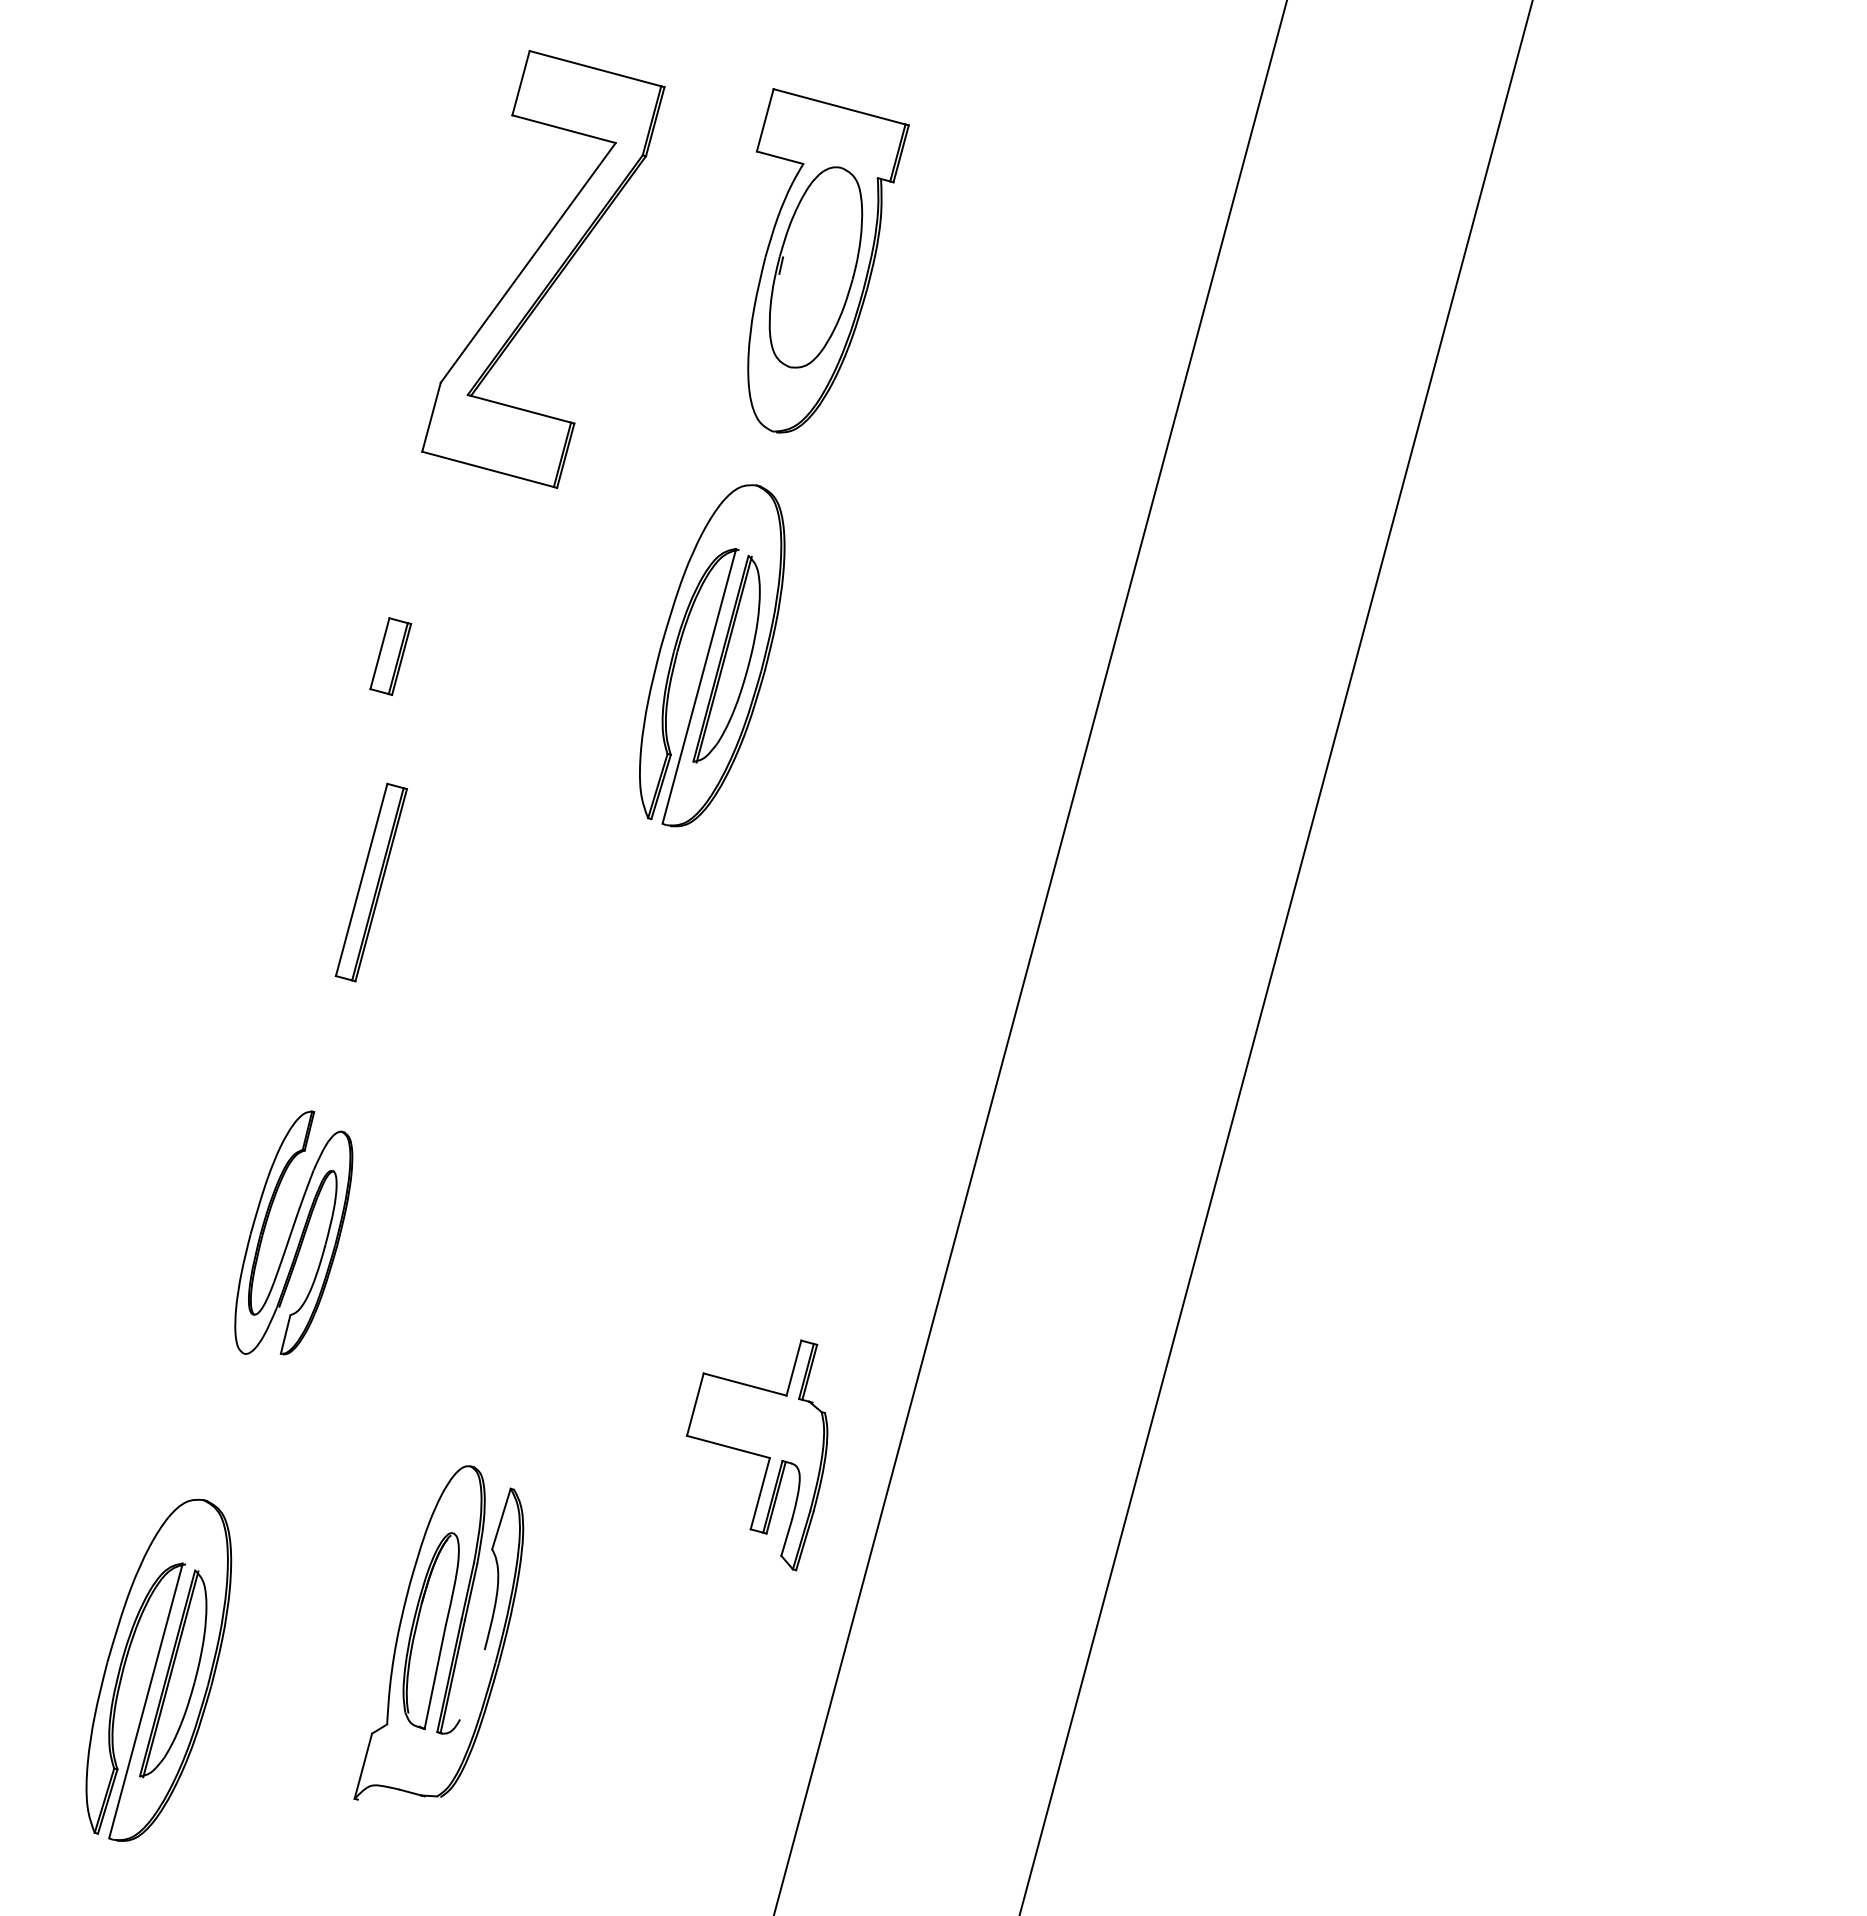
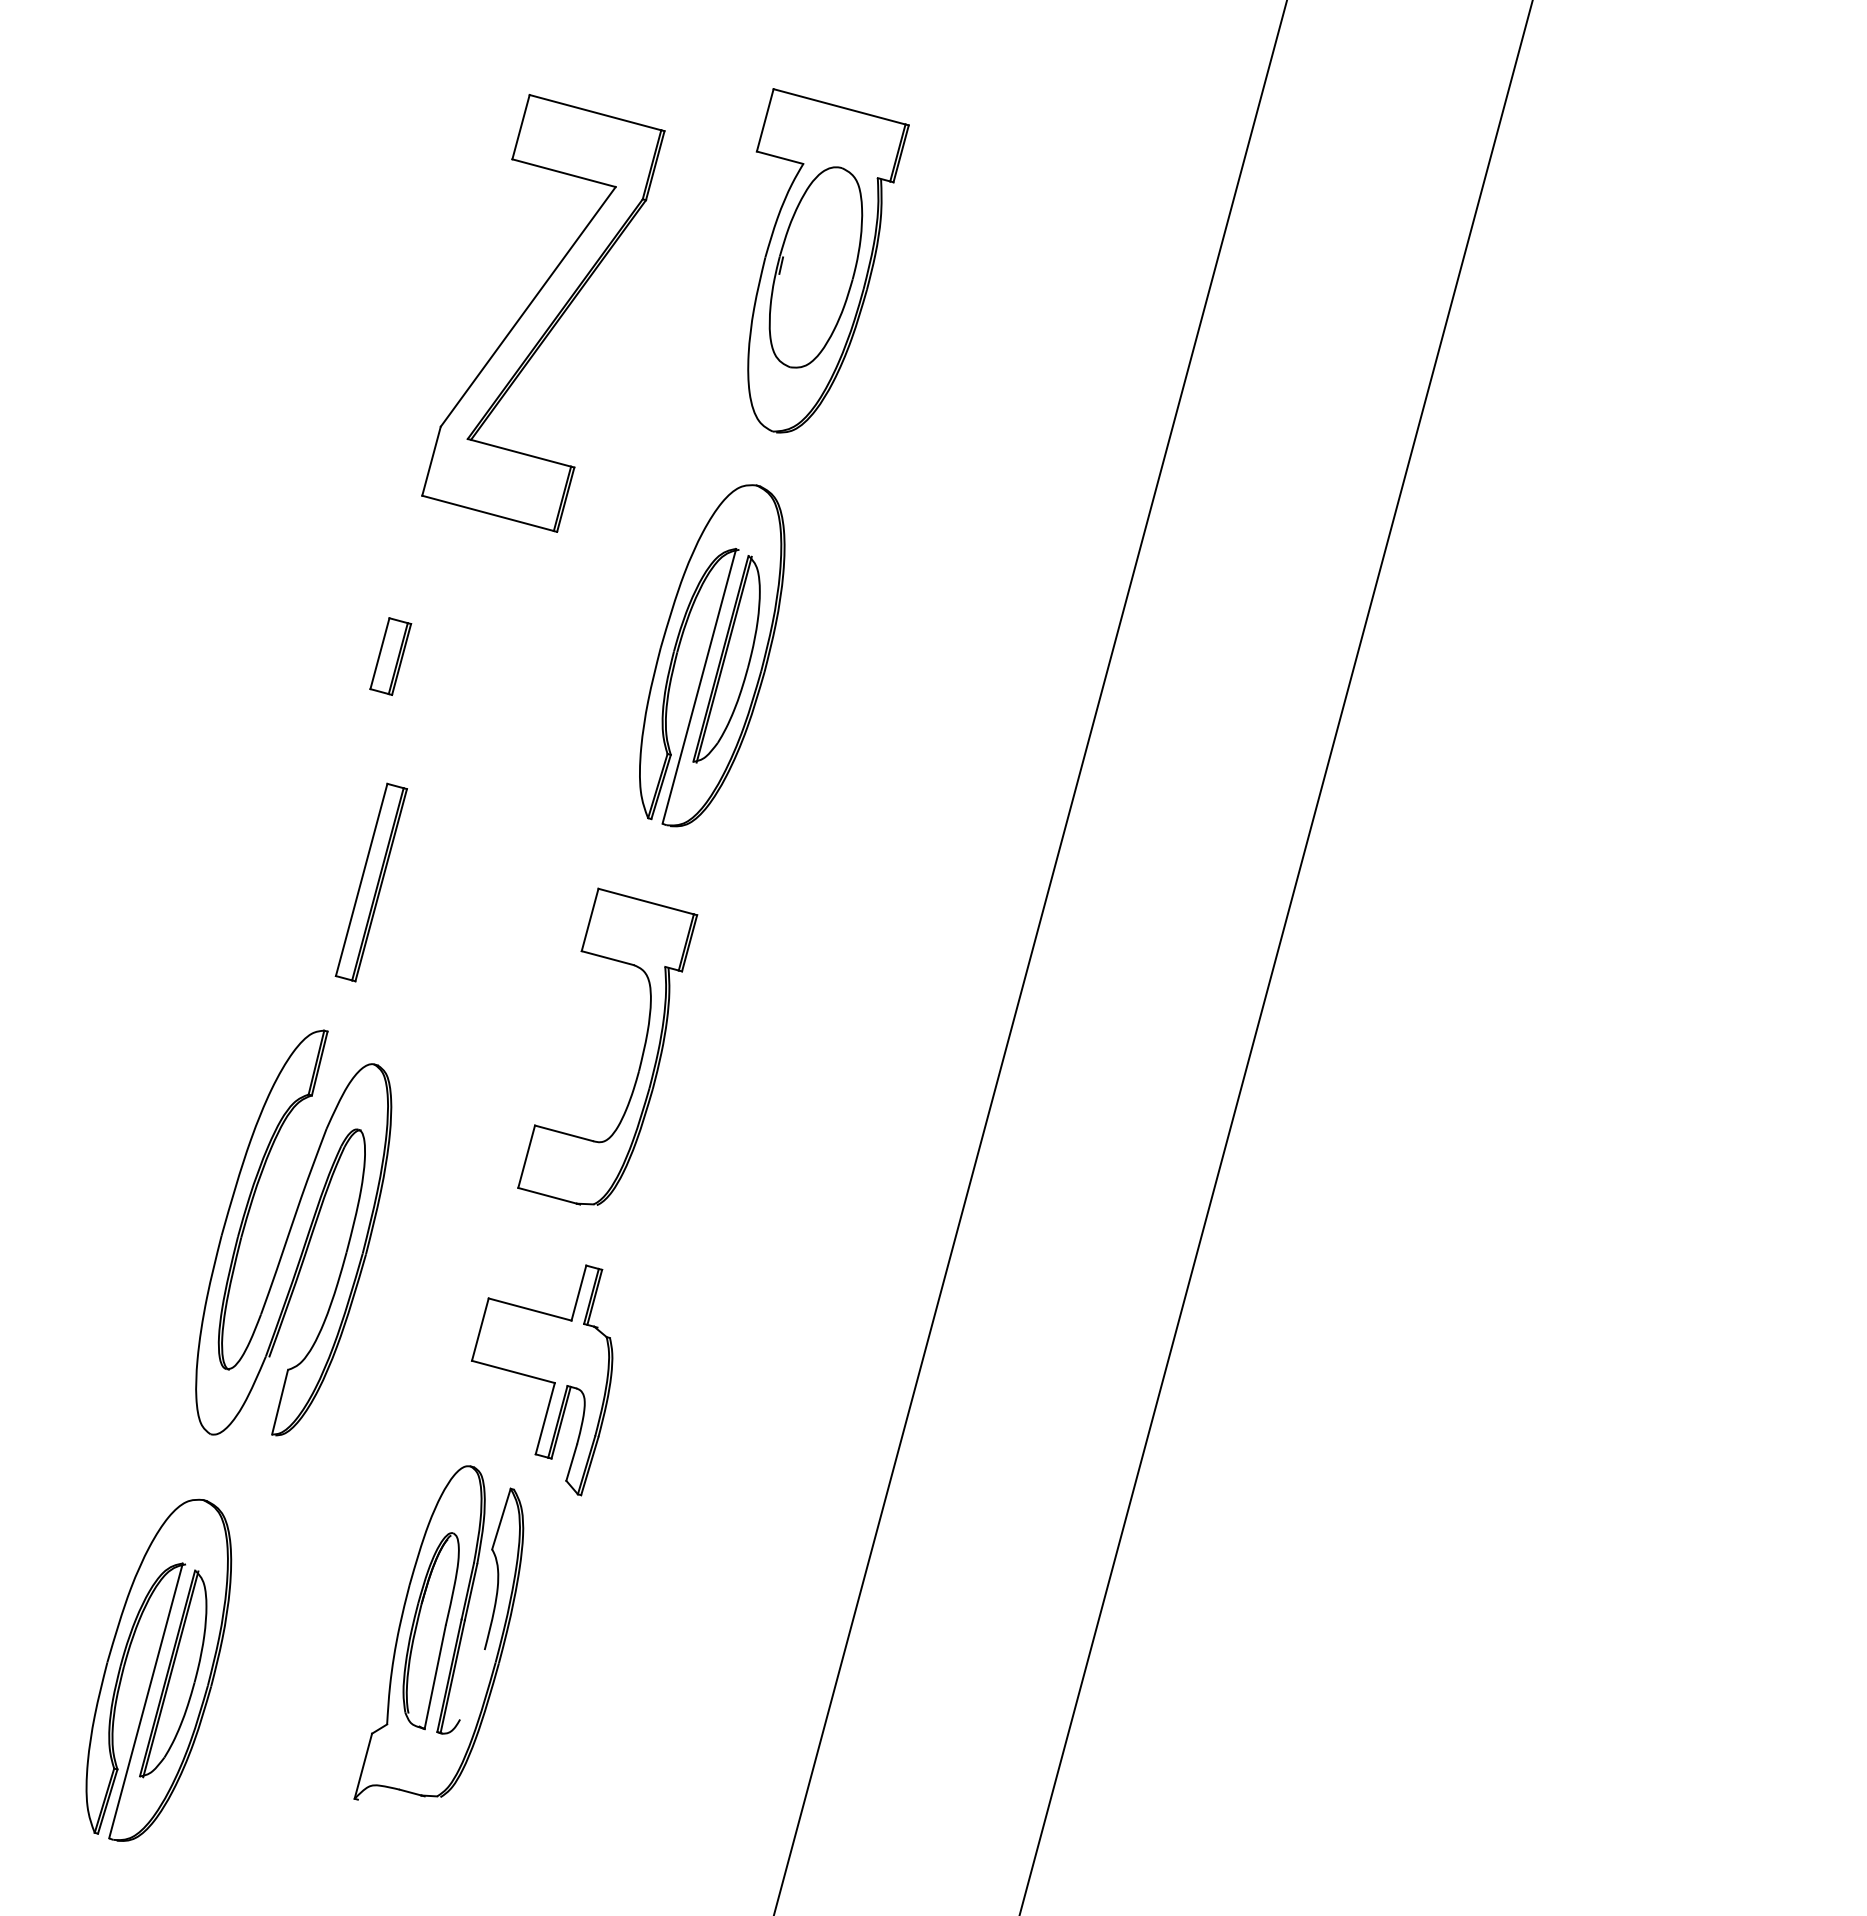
part at (543, 269) position: (543, 269) -> (543, 313)
part at (641, 1055): none -> present
part at (293, 1232) size: 120x246 px -> 198x408 px
part at (757, 1455) position: (757, 1455) -> (542, 1380)
